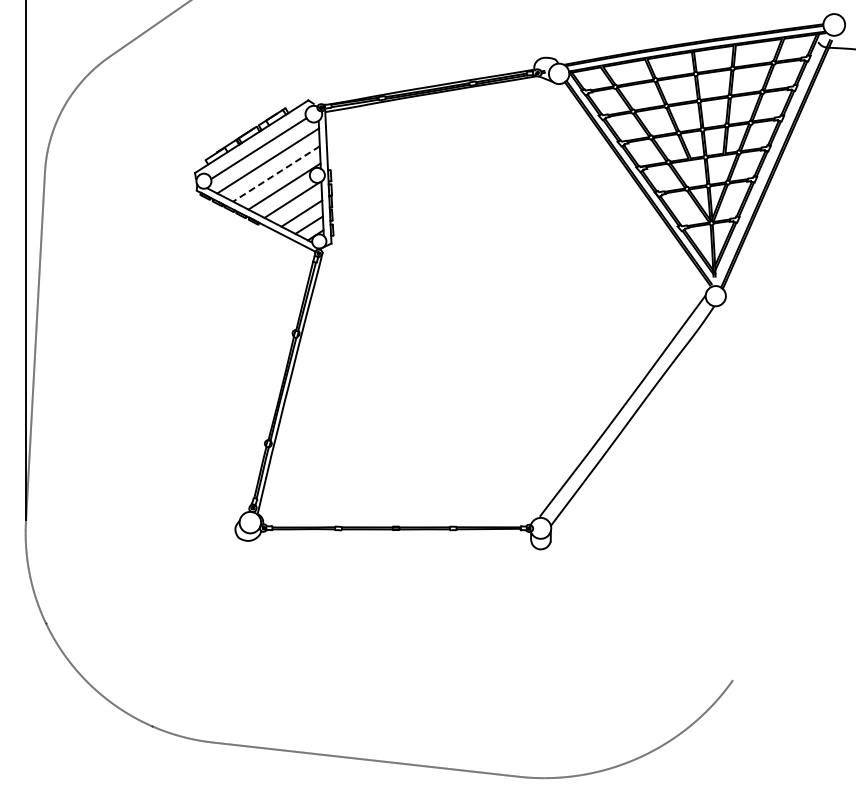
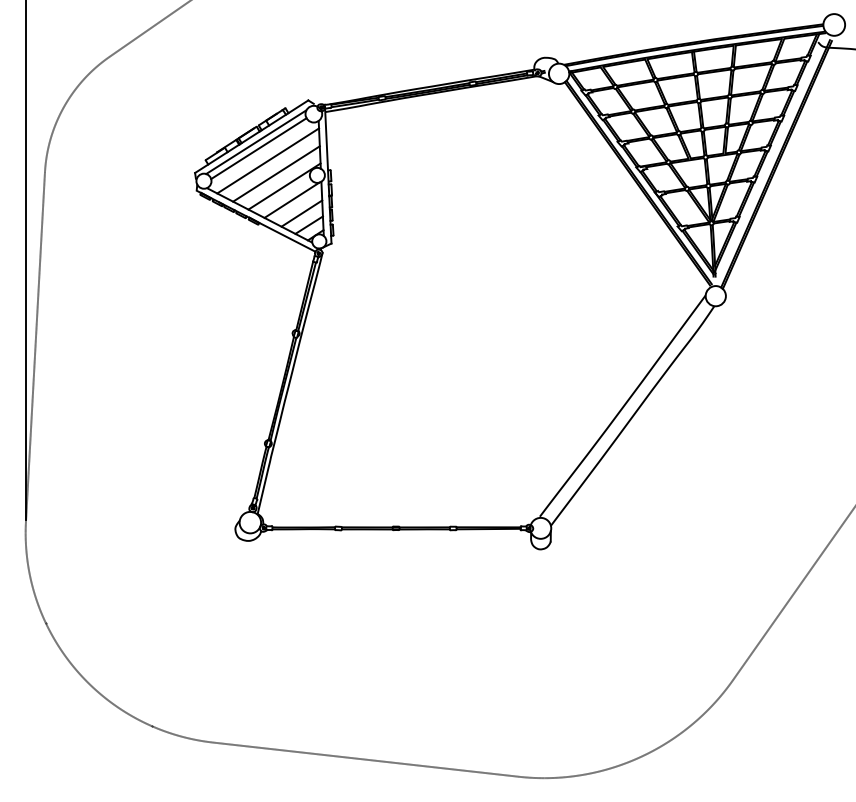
line at (255, 142): none -> present
line at (276, 174): dashed -> solid
line at (792, 595): none -> present
